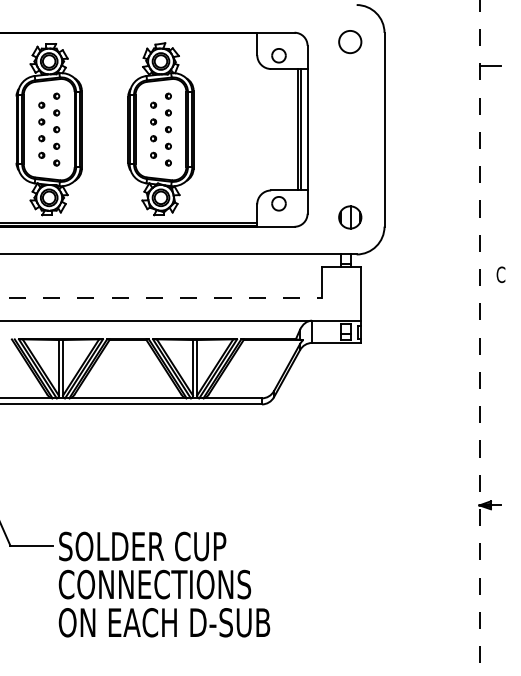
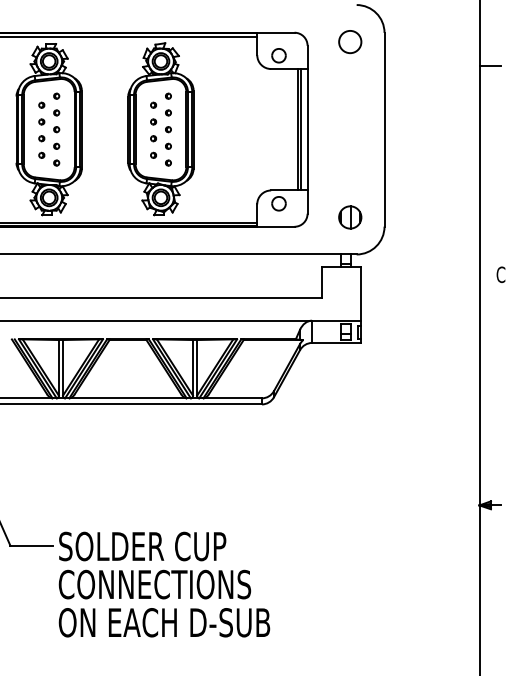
line at (129, 36): none -> present
line at (161, 298): dashed -> solid
line at (479, 337): dashed -> solid
